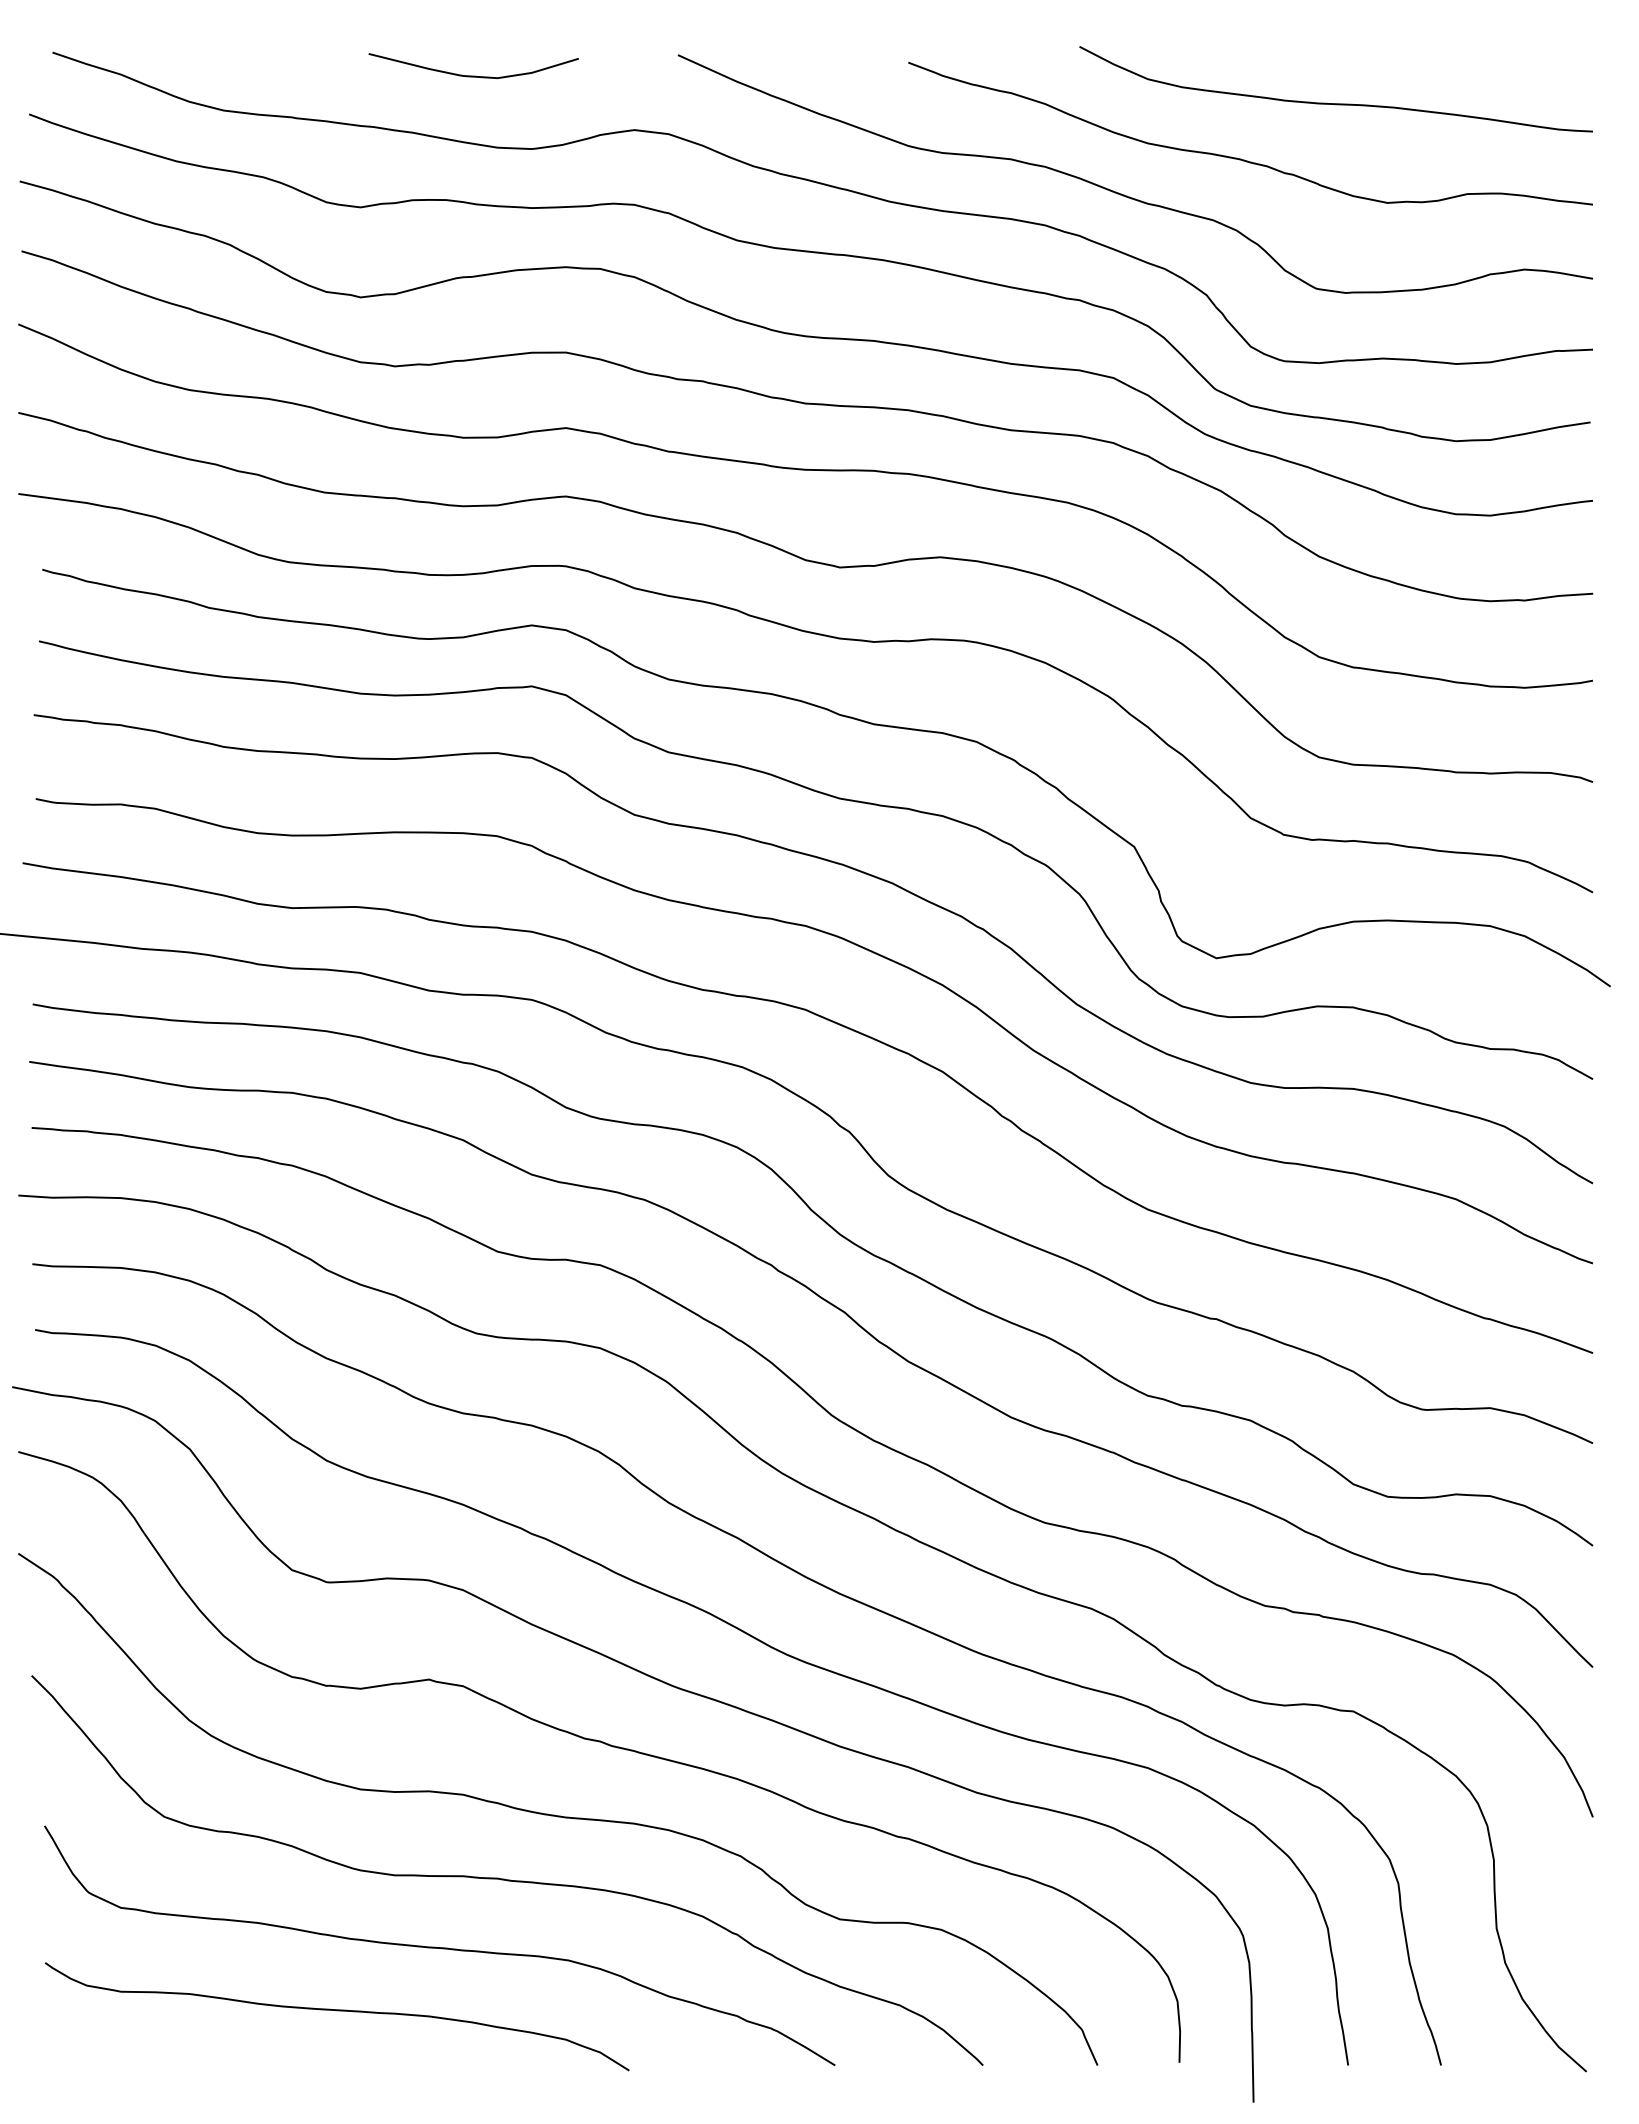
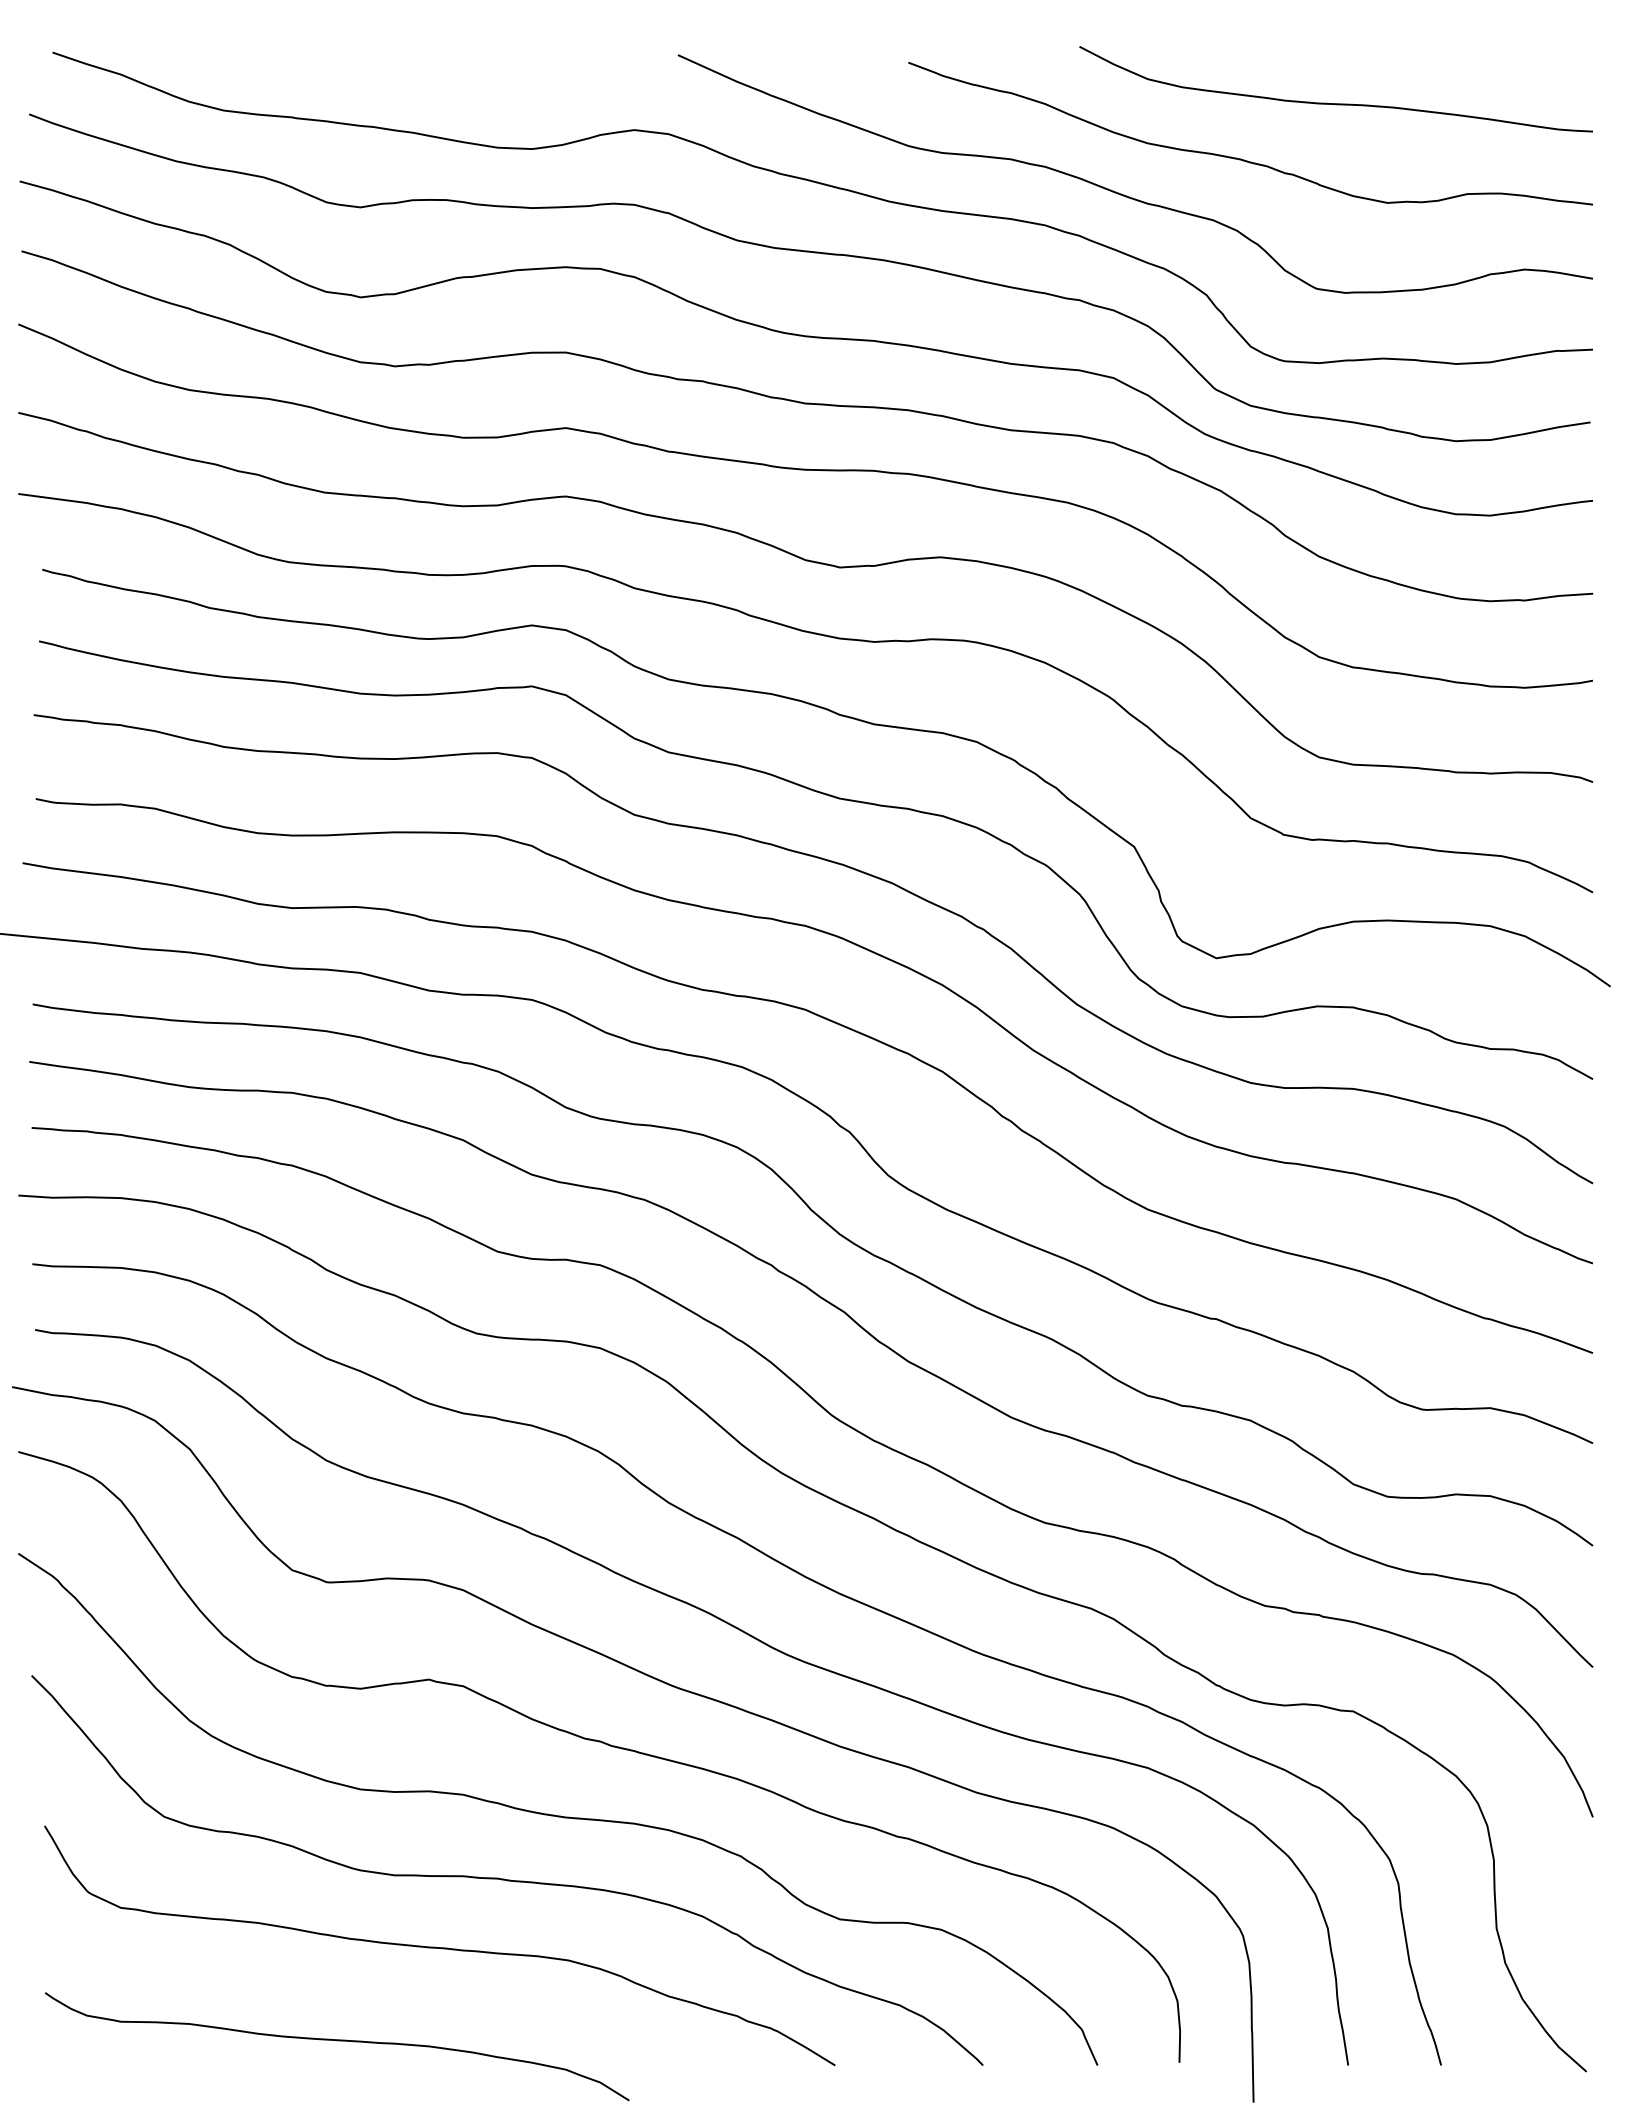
curve at (473, 75): present -> none
curve at (336, 2011) position: (336, 2011) -> (336, 2041)
